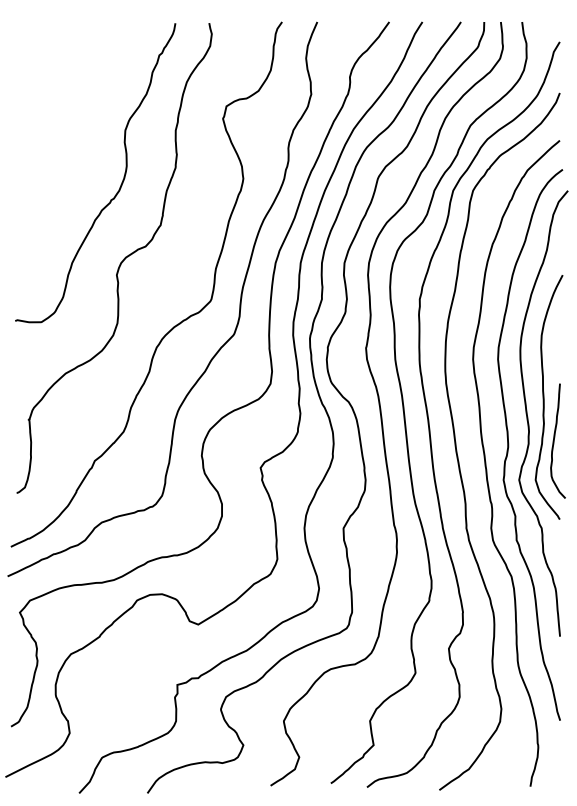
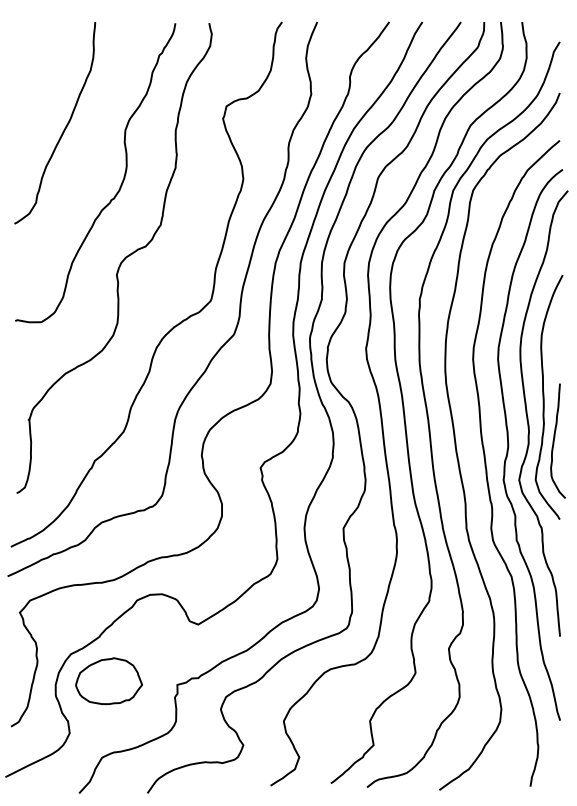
curve at (63, 129): none -> present
part at (108, 680): none -> present
